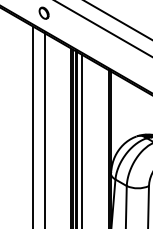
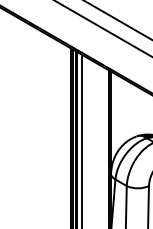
part at (43, 12): present -> none
line at (33, 125): present -> none
line at (45, 129): present -> none
